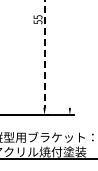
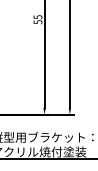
line at (44, 54): dashed -> solid
line at (69, 54): none -> present
